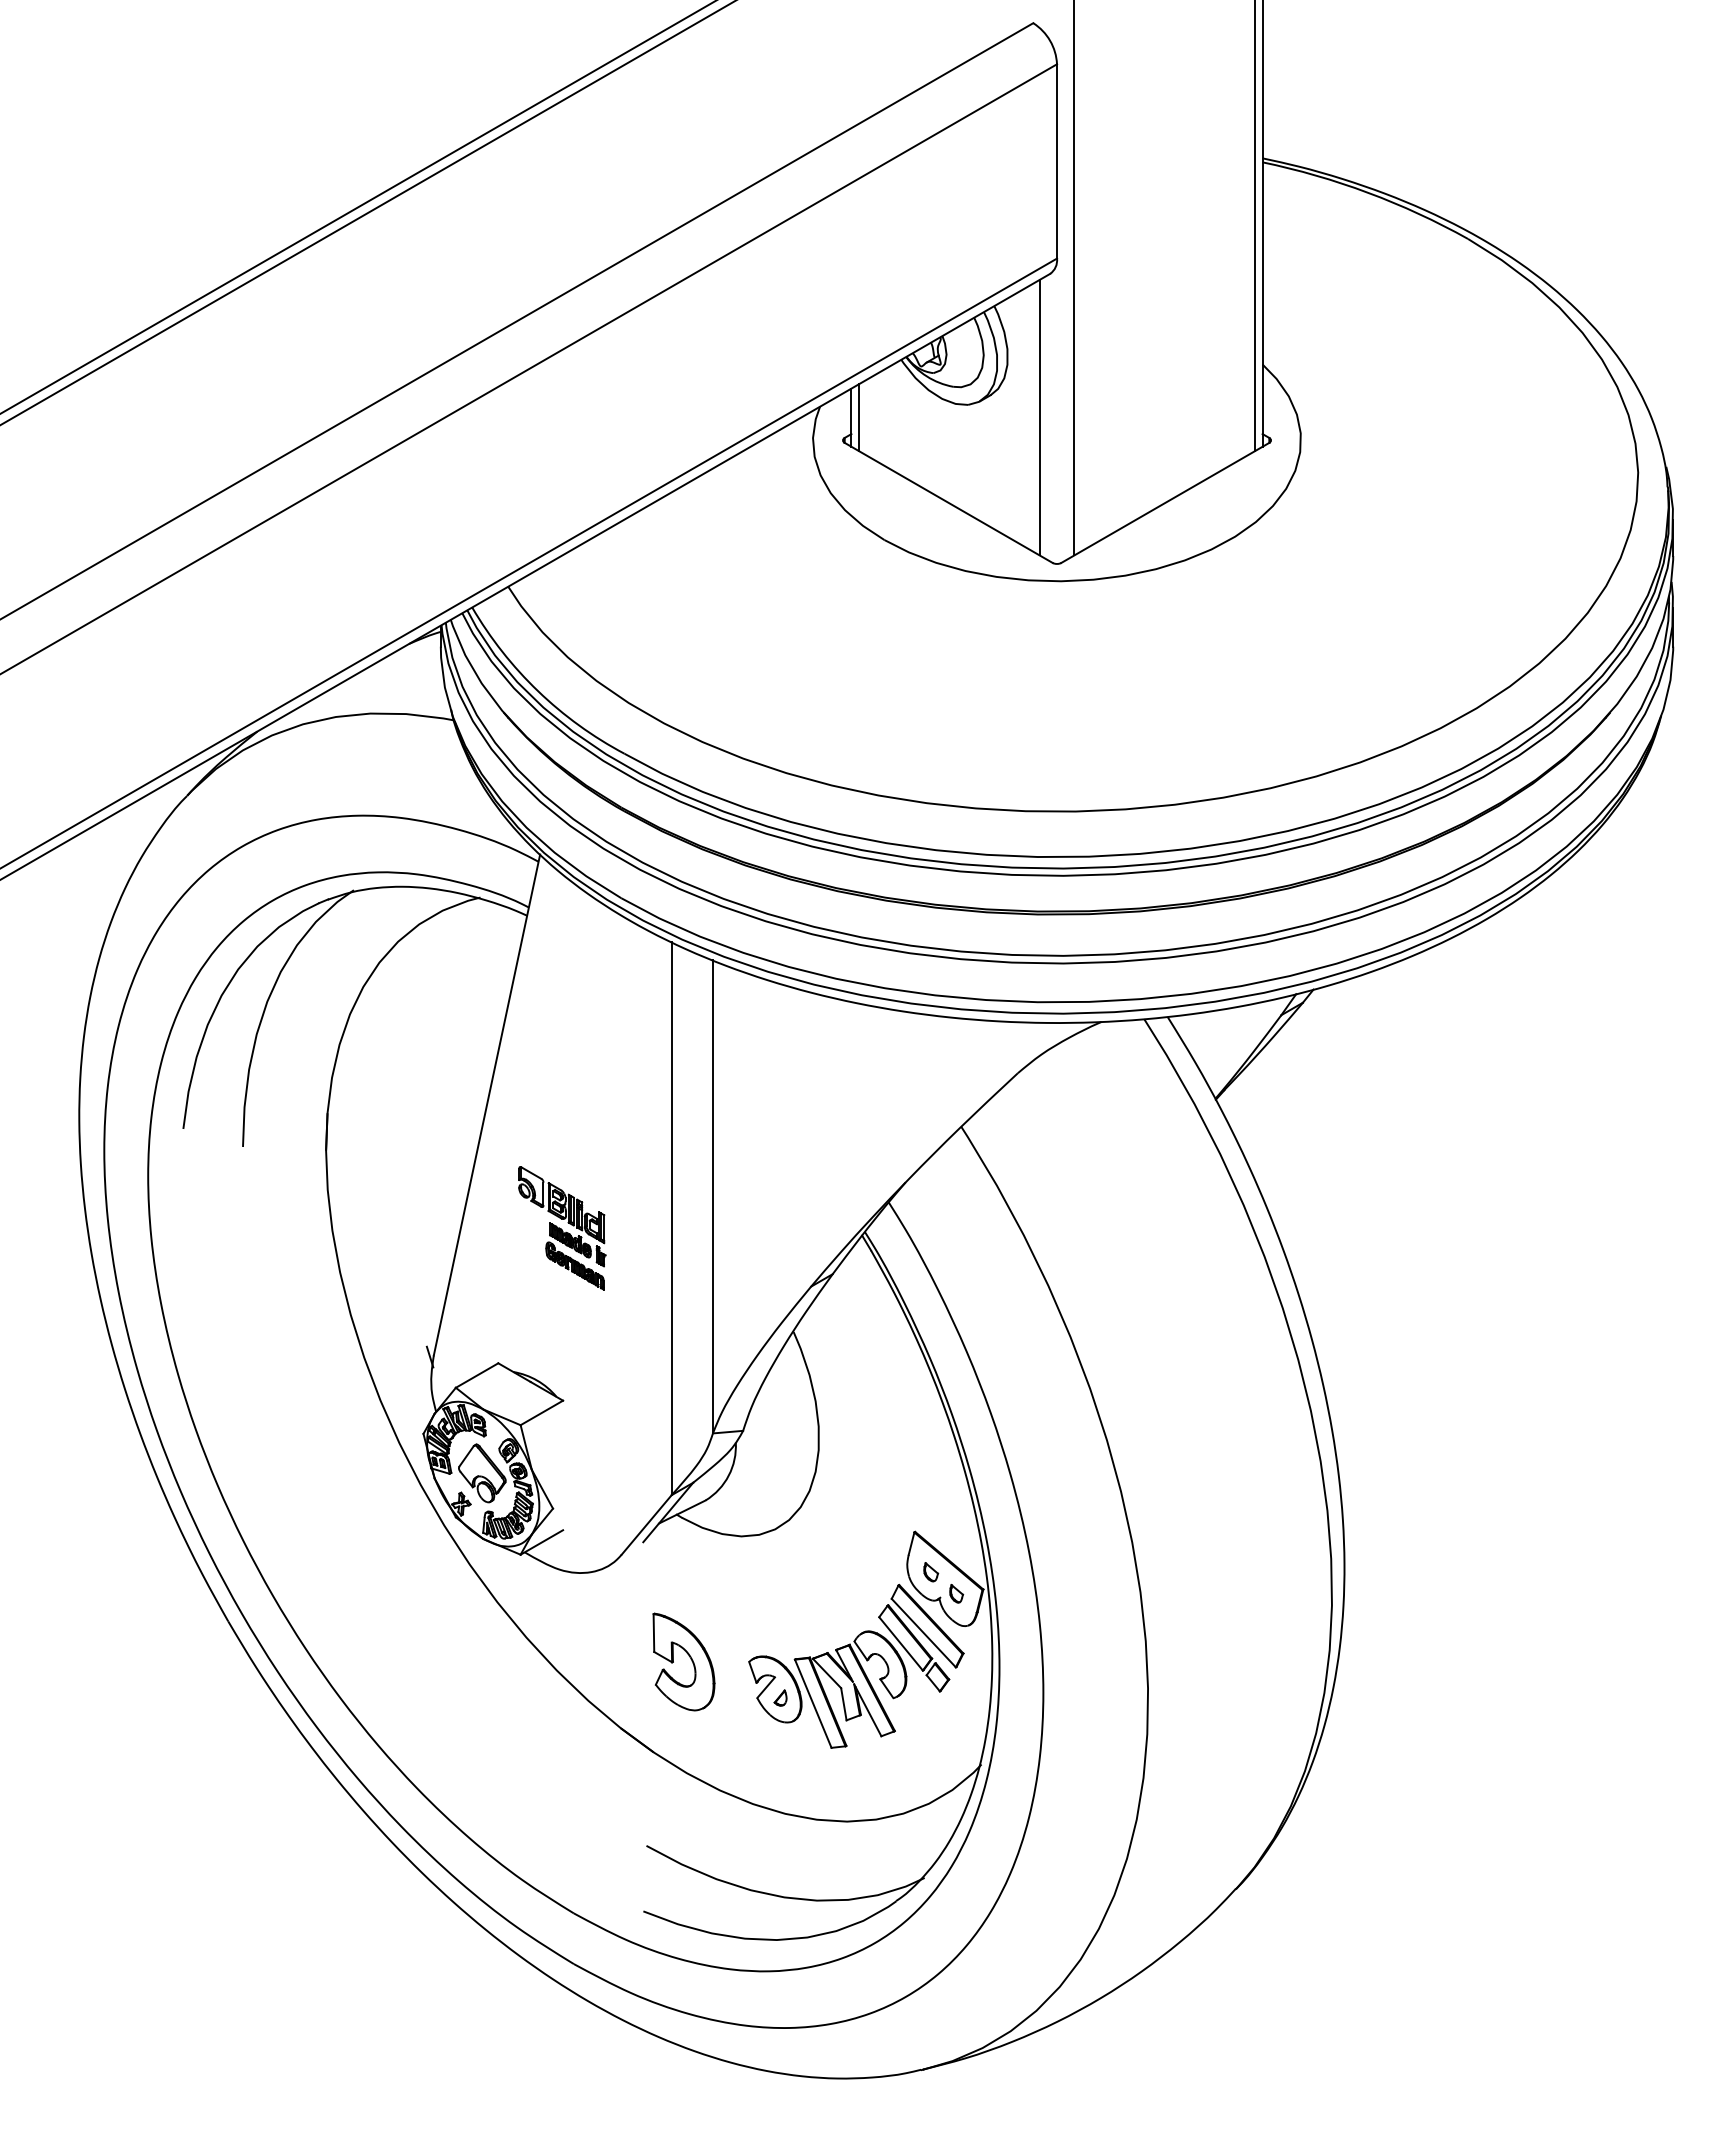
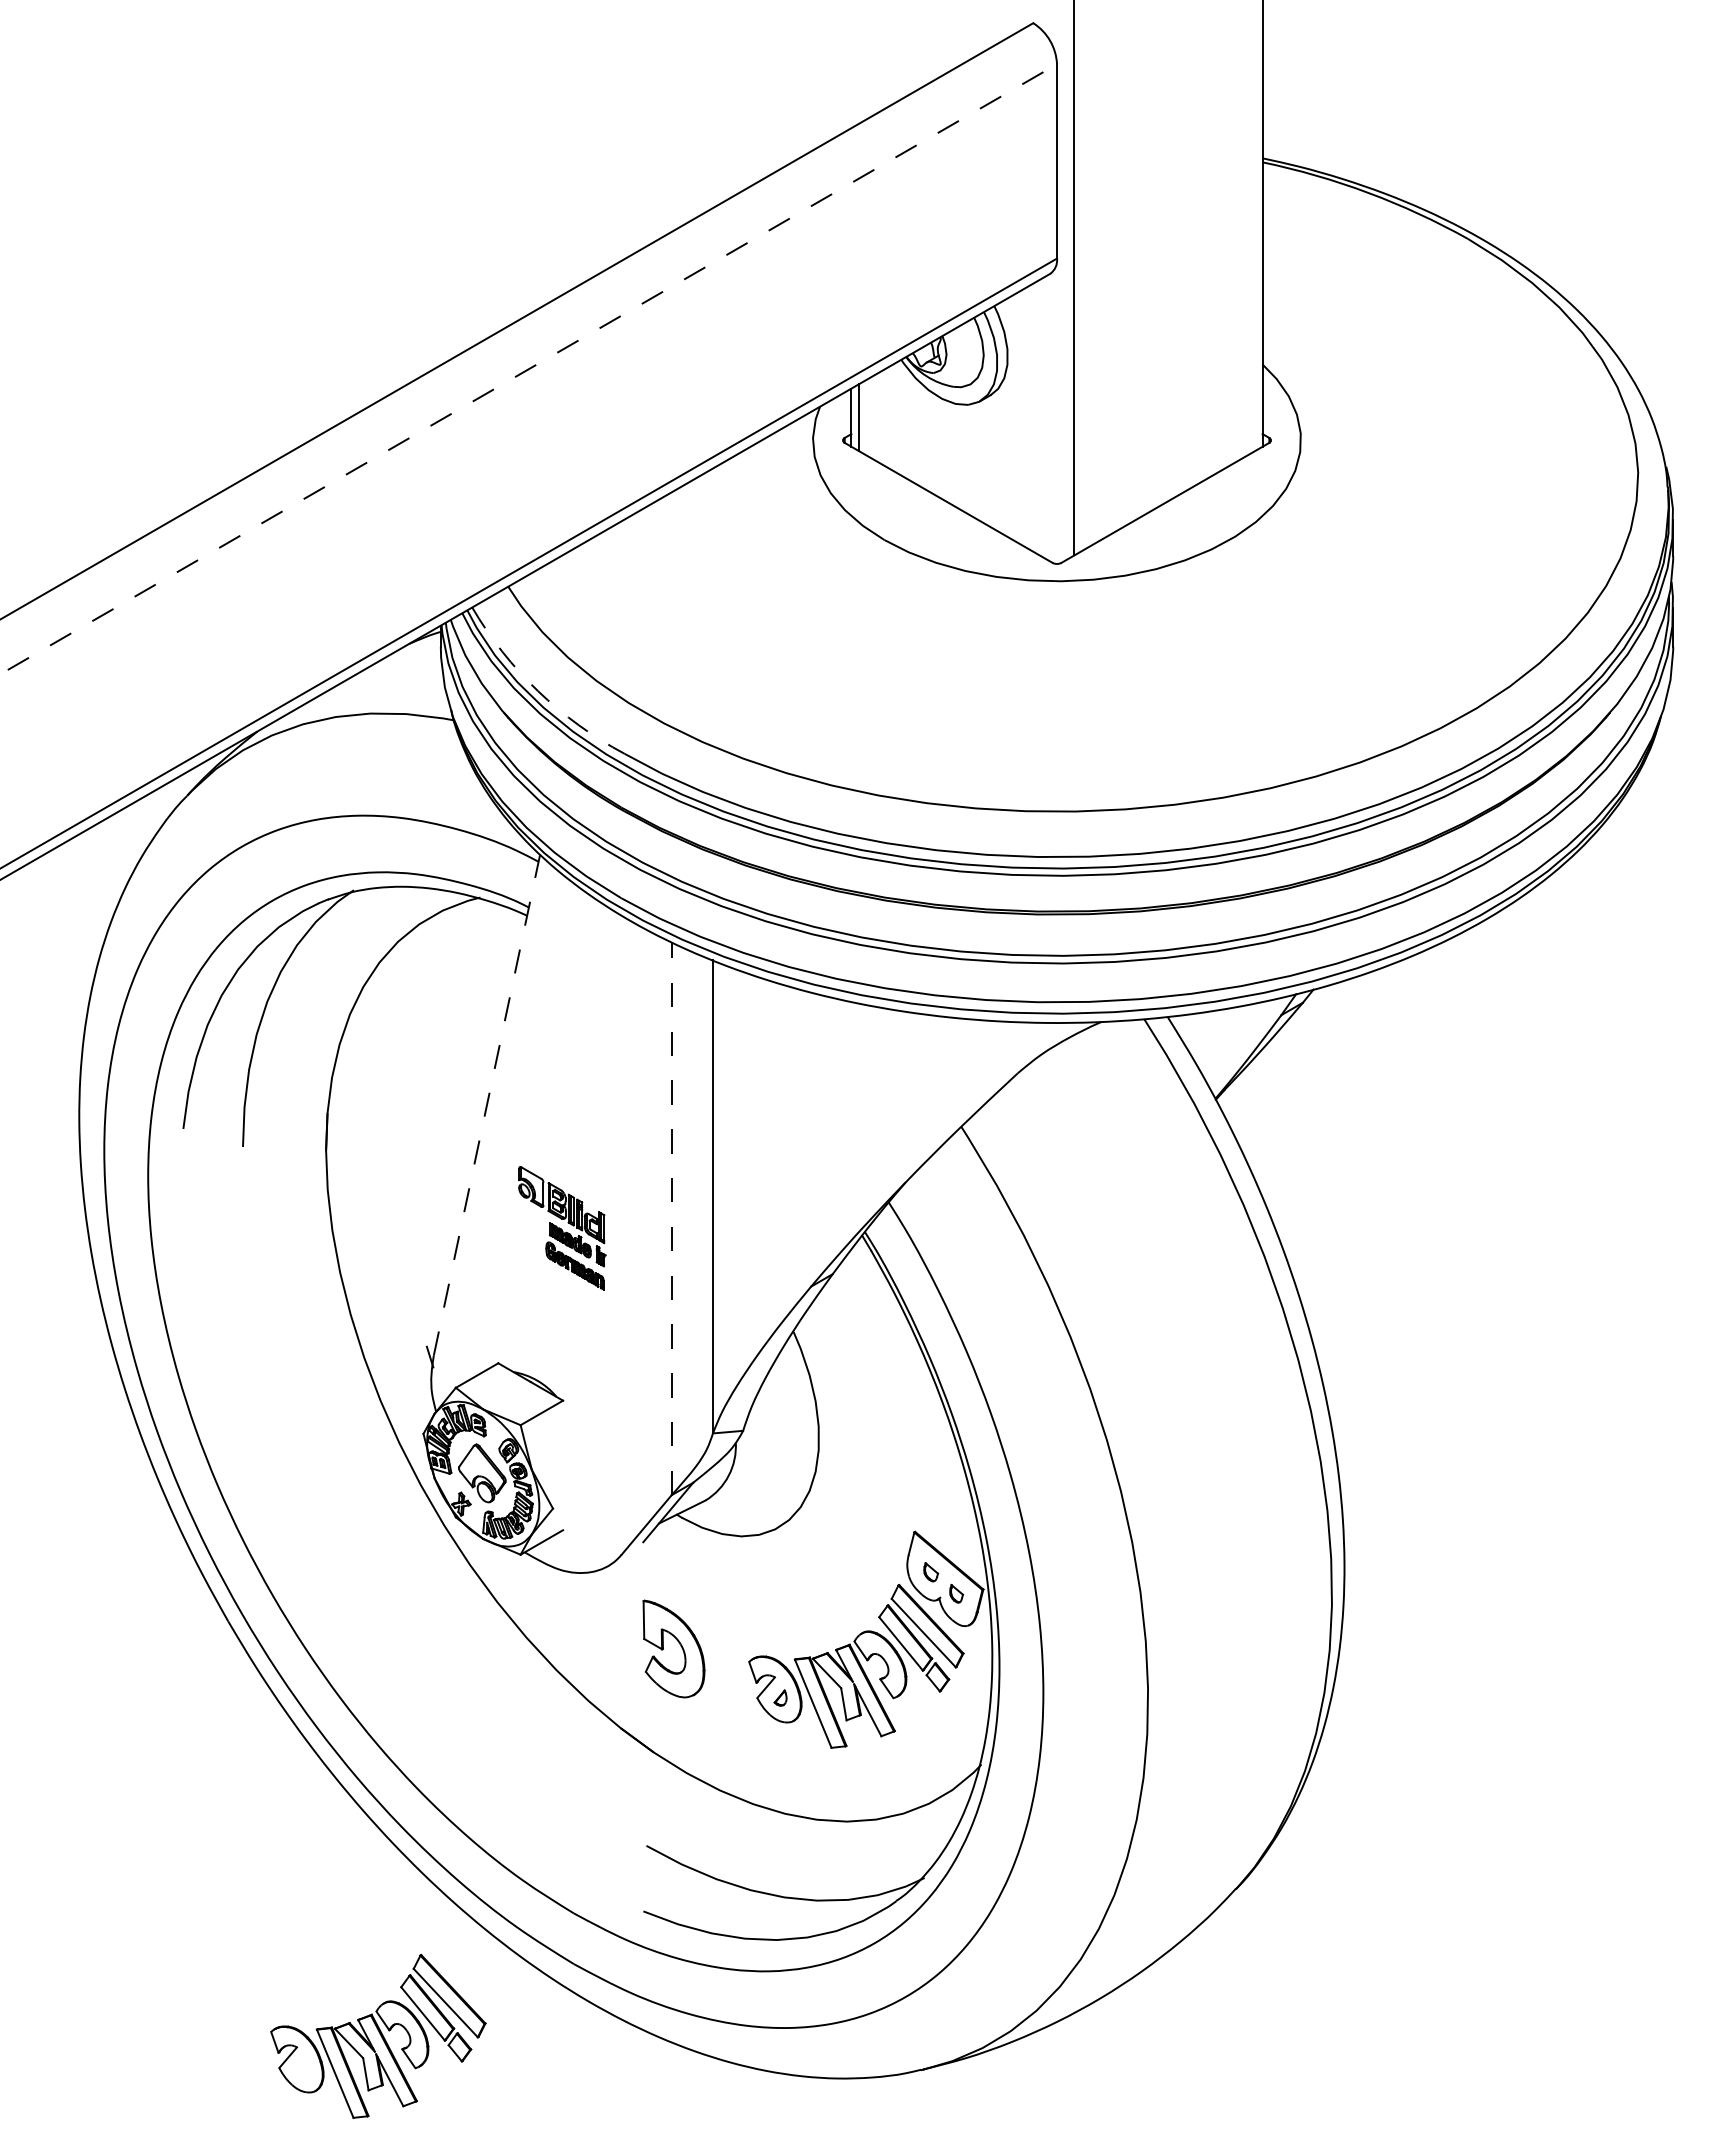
line at (357, 207): present -> none
line at (367, 213): present -> none
line at (1255, 226): present -> none
line at (528, 369): solid -> dashed
line at (1039, 417): present -> none
arc at (538, 691): solid -> dashed
line at (487, 1104): solid -> dashed
line at (671, 1218): solid -> dashed
part at (689, 1657) position: (689, 1657) -> (679, 1644)
part at (378, 2035): none -> present
